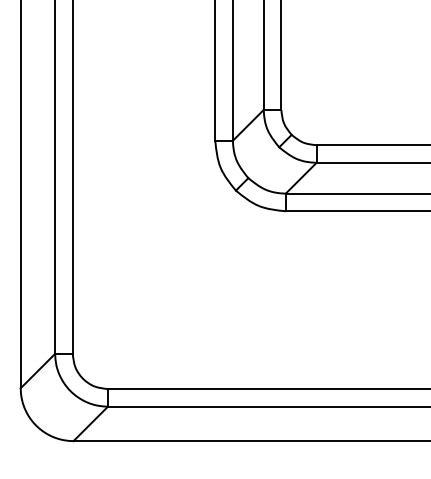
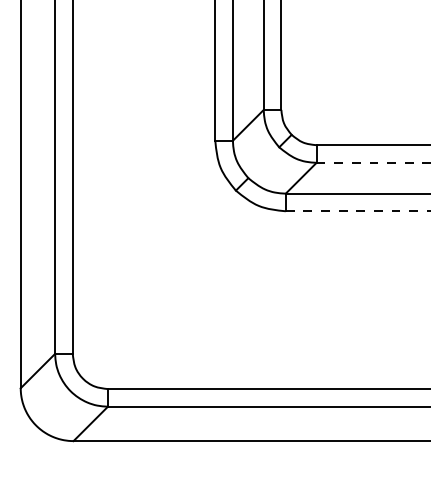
line at (373, 162): solid -> dashed
line at (358, 211): solid -> dashed
